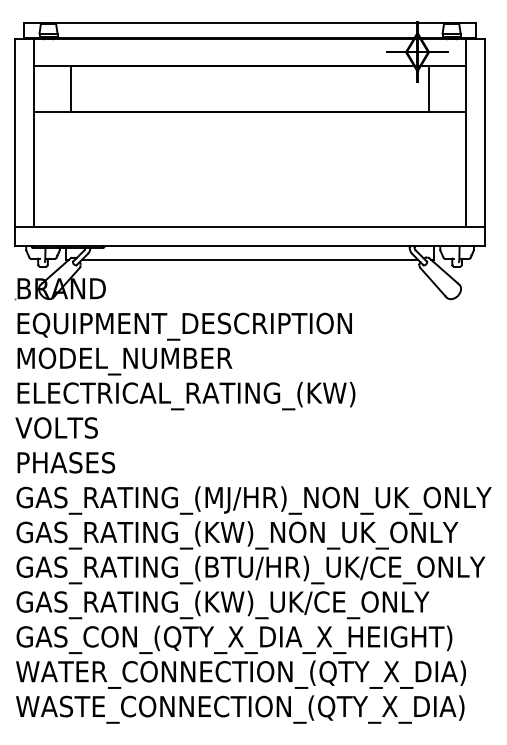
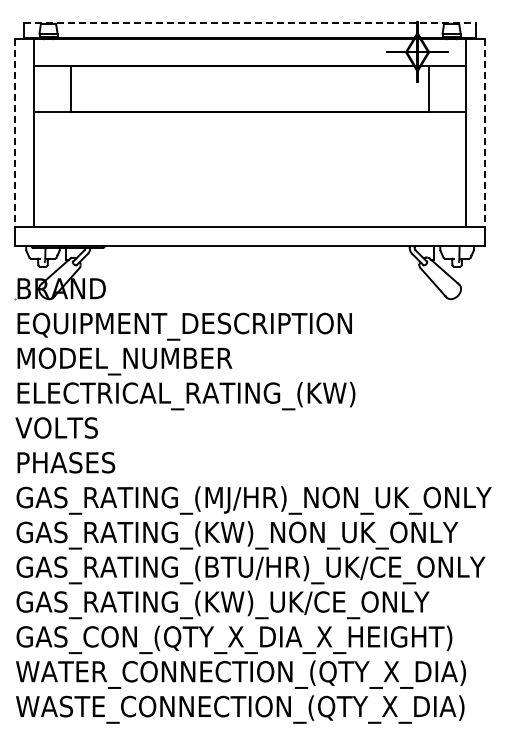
line at (250, 22): solid -> dashed
line at (15, 133): solid -> dashed
line at (485, 133): solid -> dashed
line at (249, 260): present -> none
